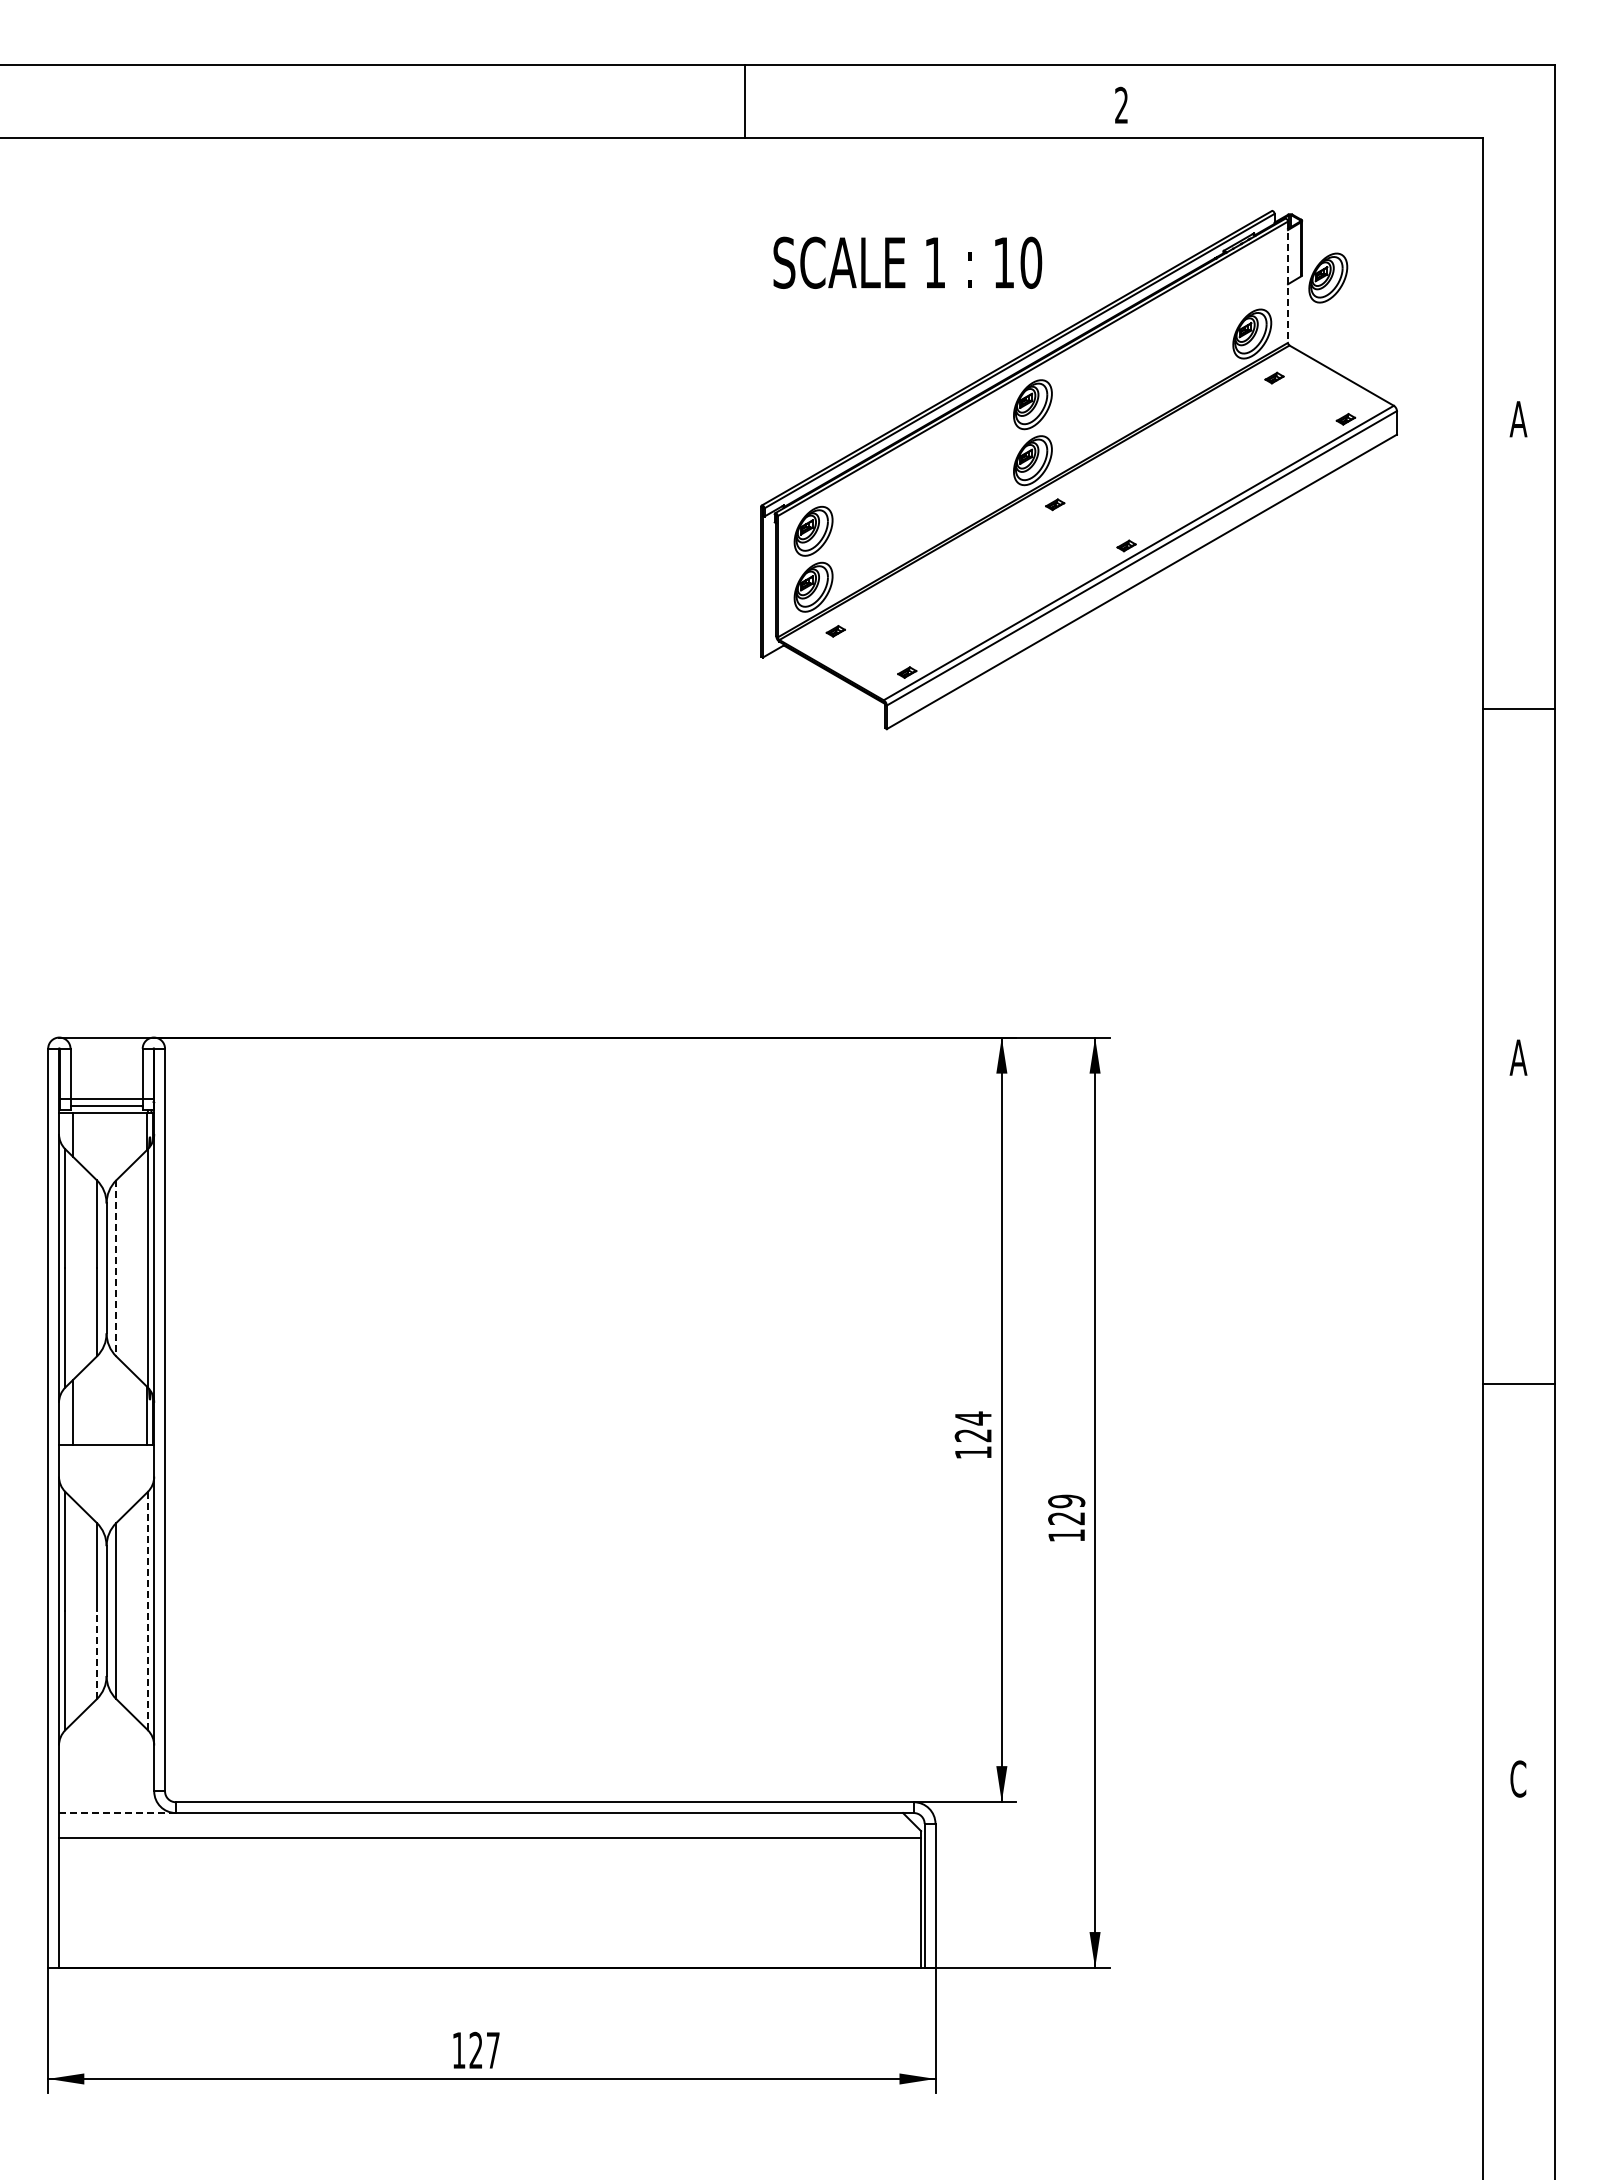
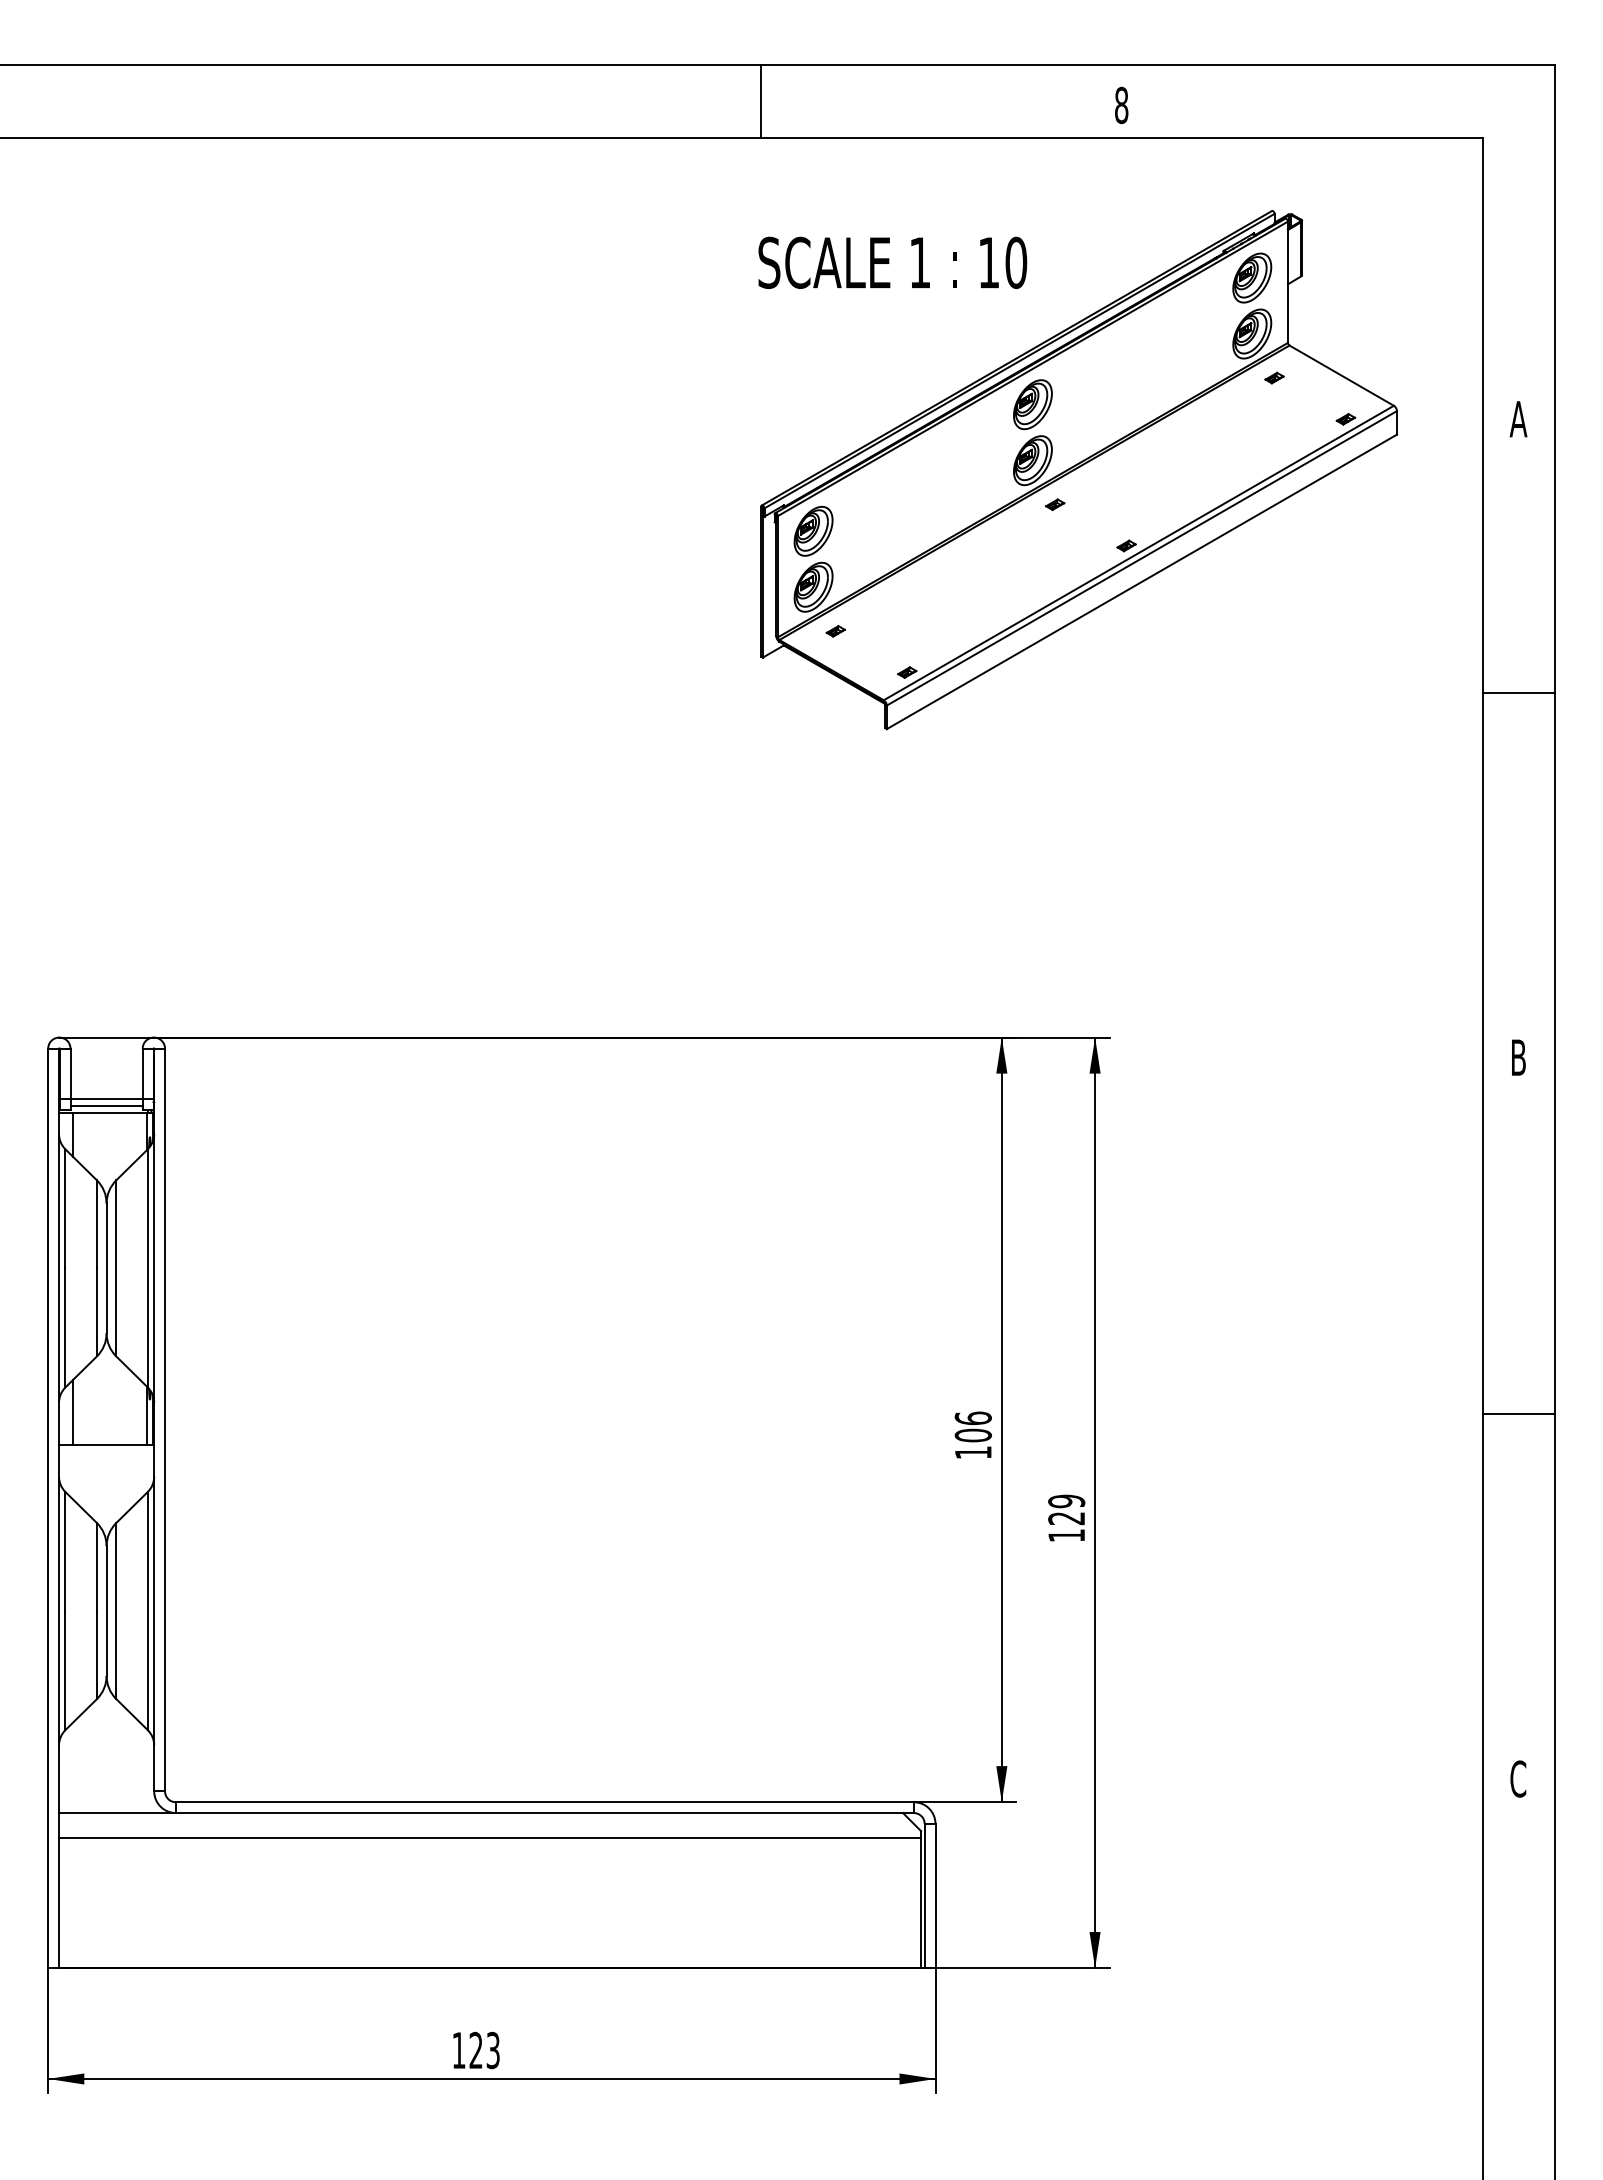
line at (745, 101) position: (745, 101) -> (761, 101)
text at (1121, 105): 2 -> 8
text at (907, 262) position: (907, 262) -> (892, 262)
part at (1328, 277) position: (1328, 277) -> (1252, 277)
line at (1287, 282): dashed -> solid
line at (1518, 709) position: (1518, 709) -> (1518, 693)
text at (1518, 1057): A -> B
line at (116, 1268): dashed -> solid
line at (1518, 1384) position: (1518, 1384) -> (1518, 1414)
text at (972, 1426): 124 -> 106
line at (147, 1610): dashed -> solid
line at (96, 1654): dashed -> solid
line at (117, 1813): dashed -> solid
text at (492, 2050): 127 -> 123
